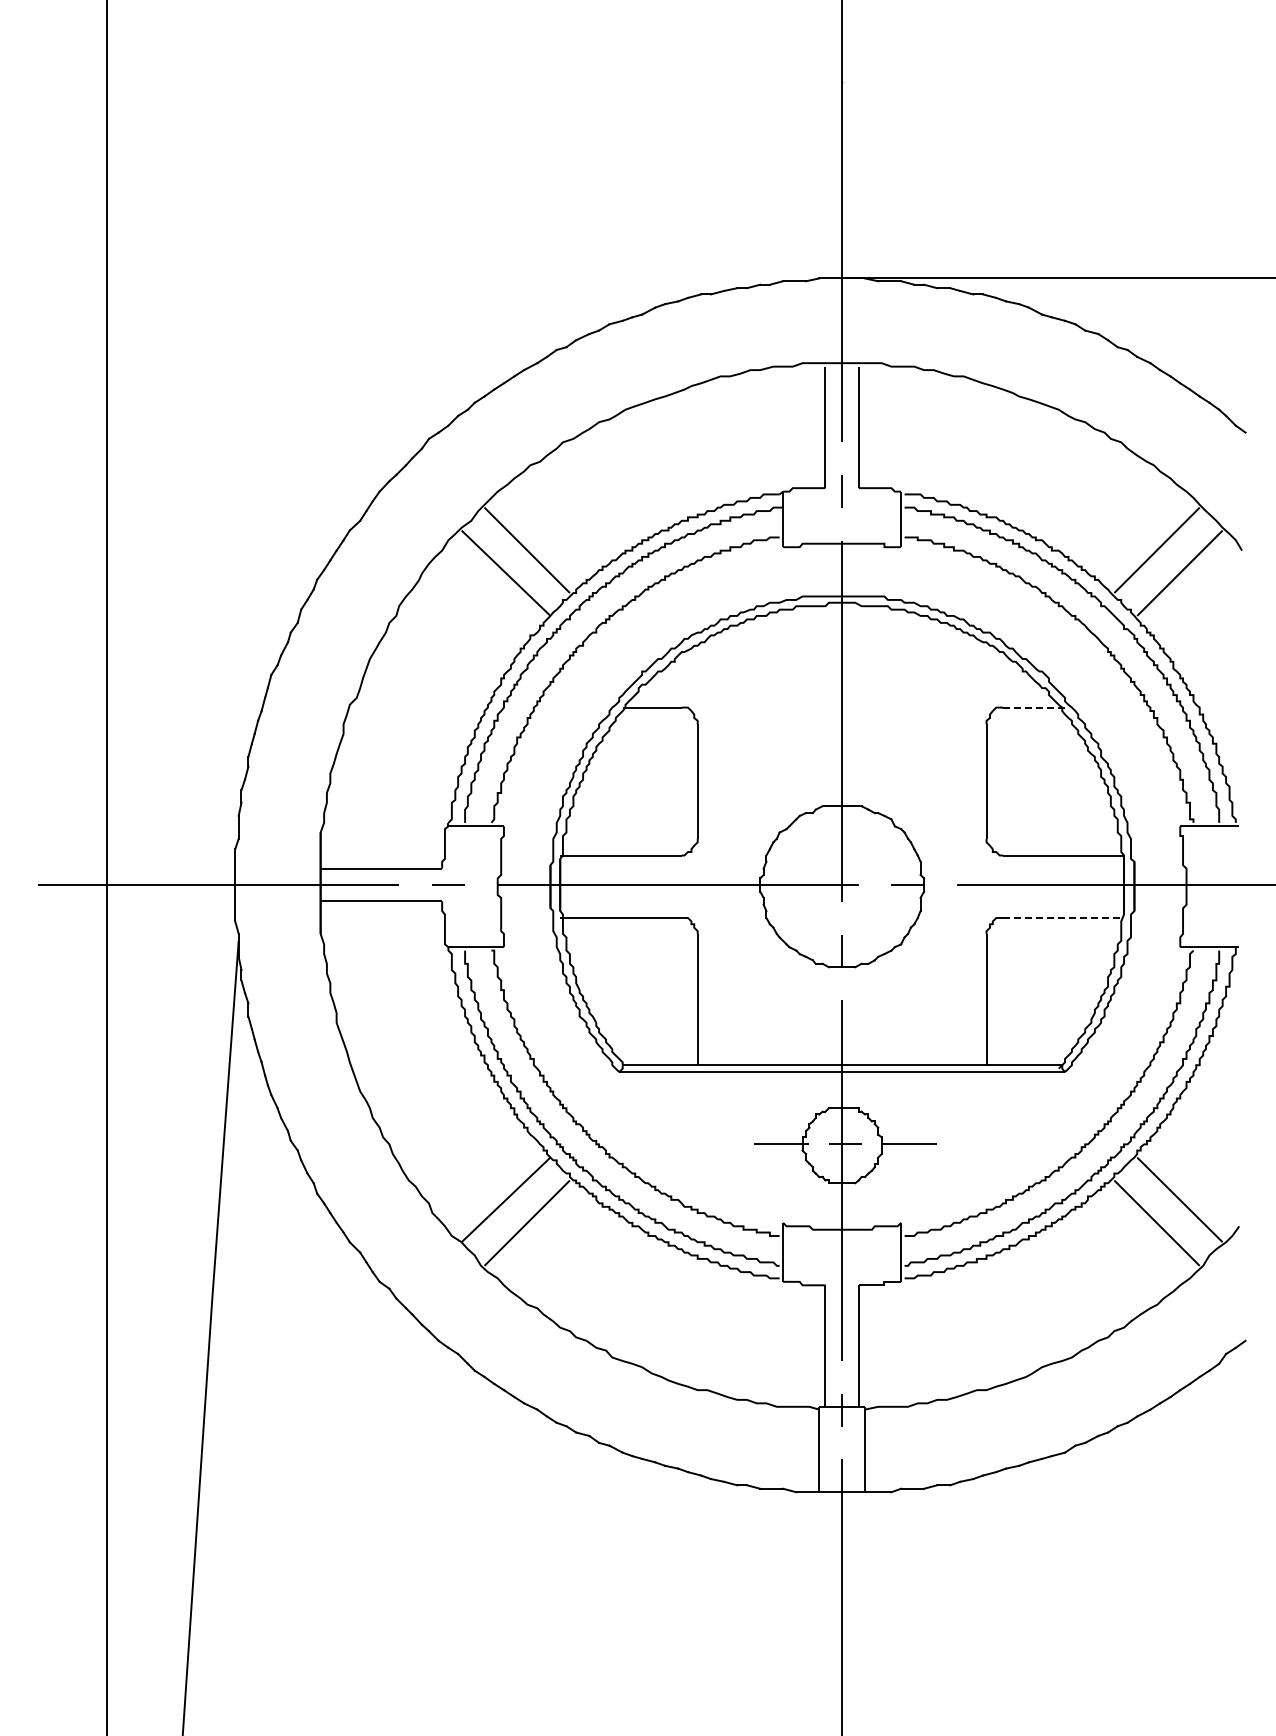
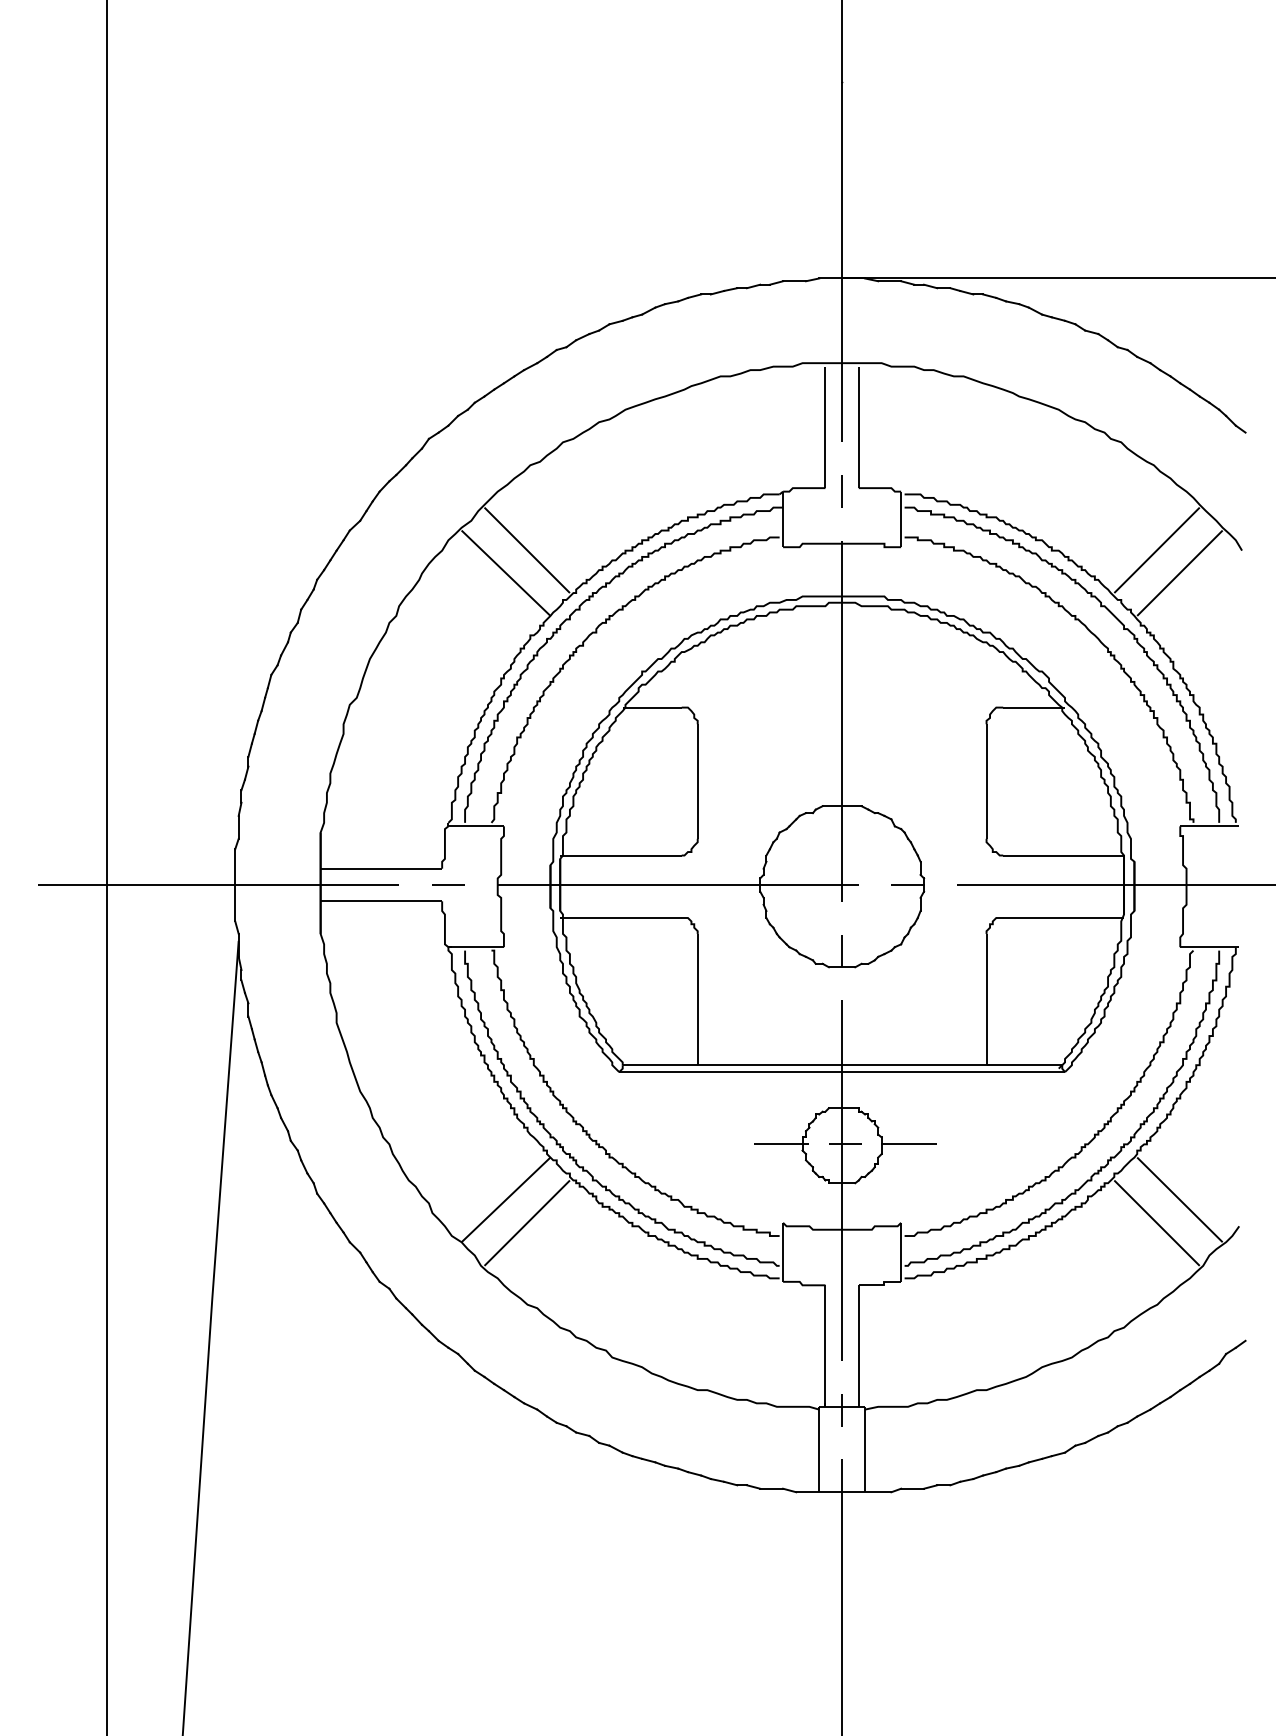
line at (1032, 707): dashed -> solid
line at (1064, 918): dashed -> solid
